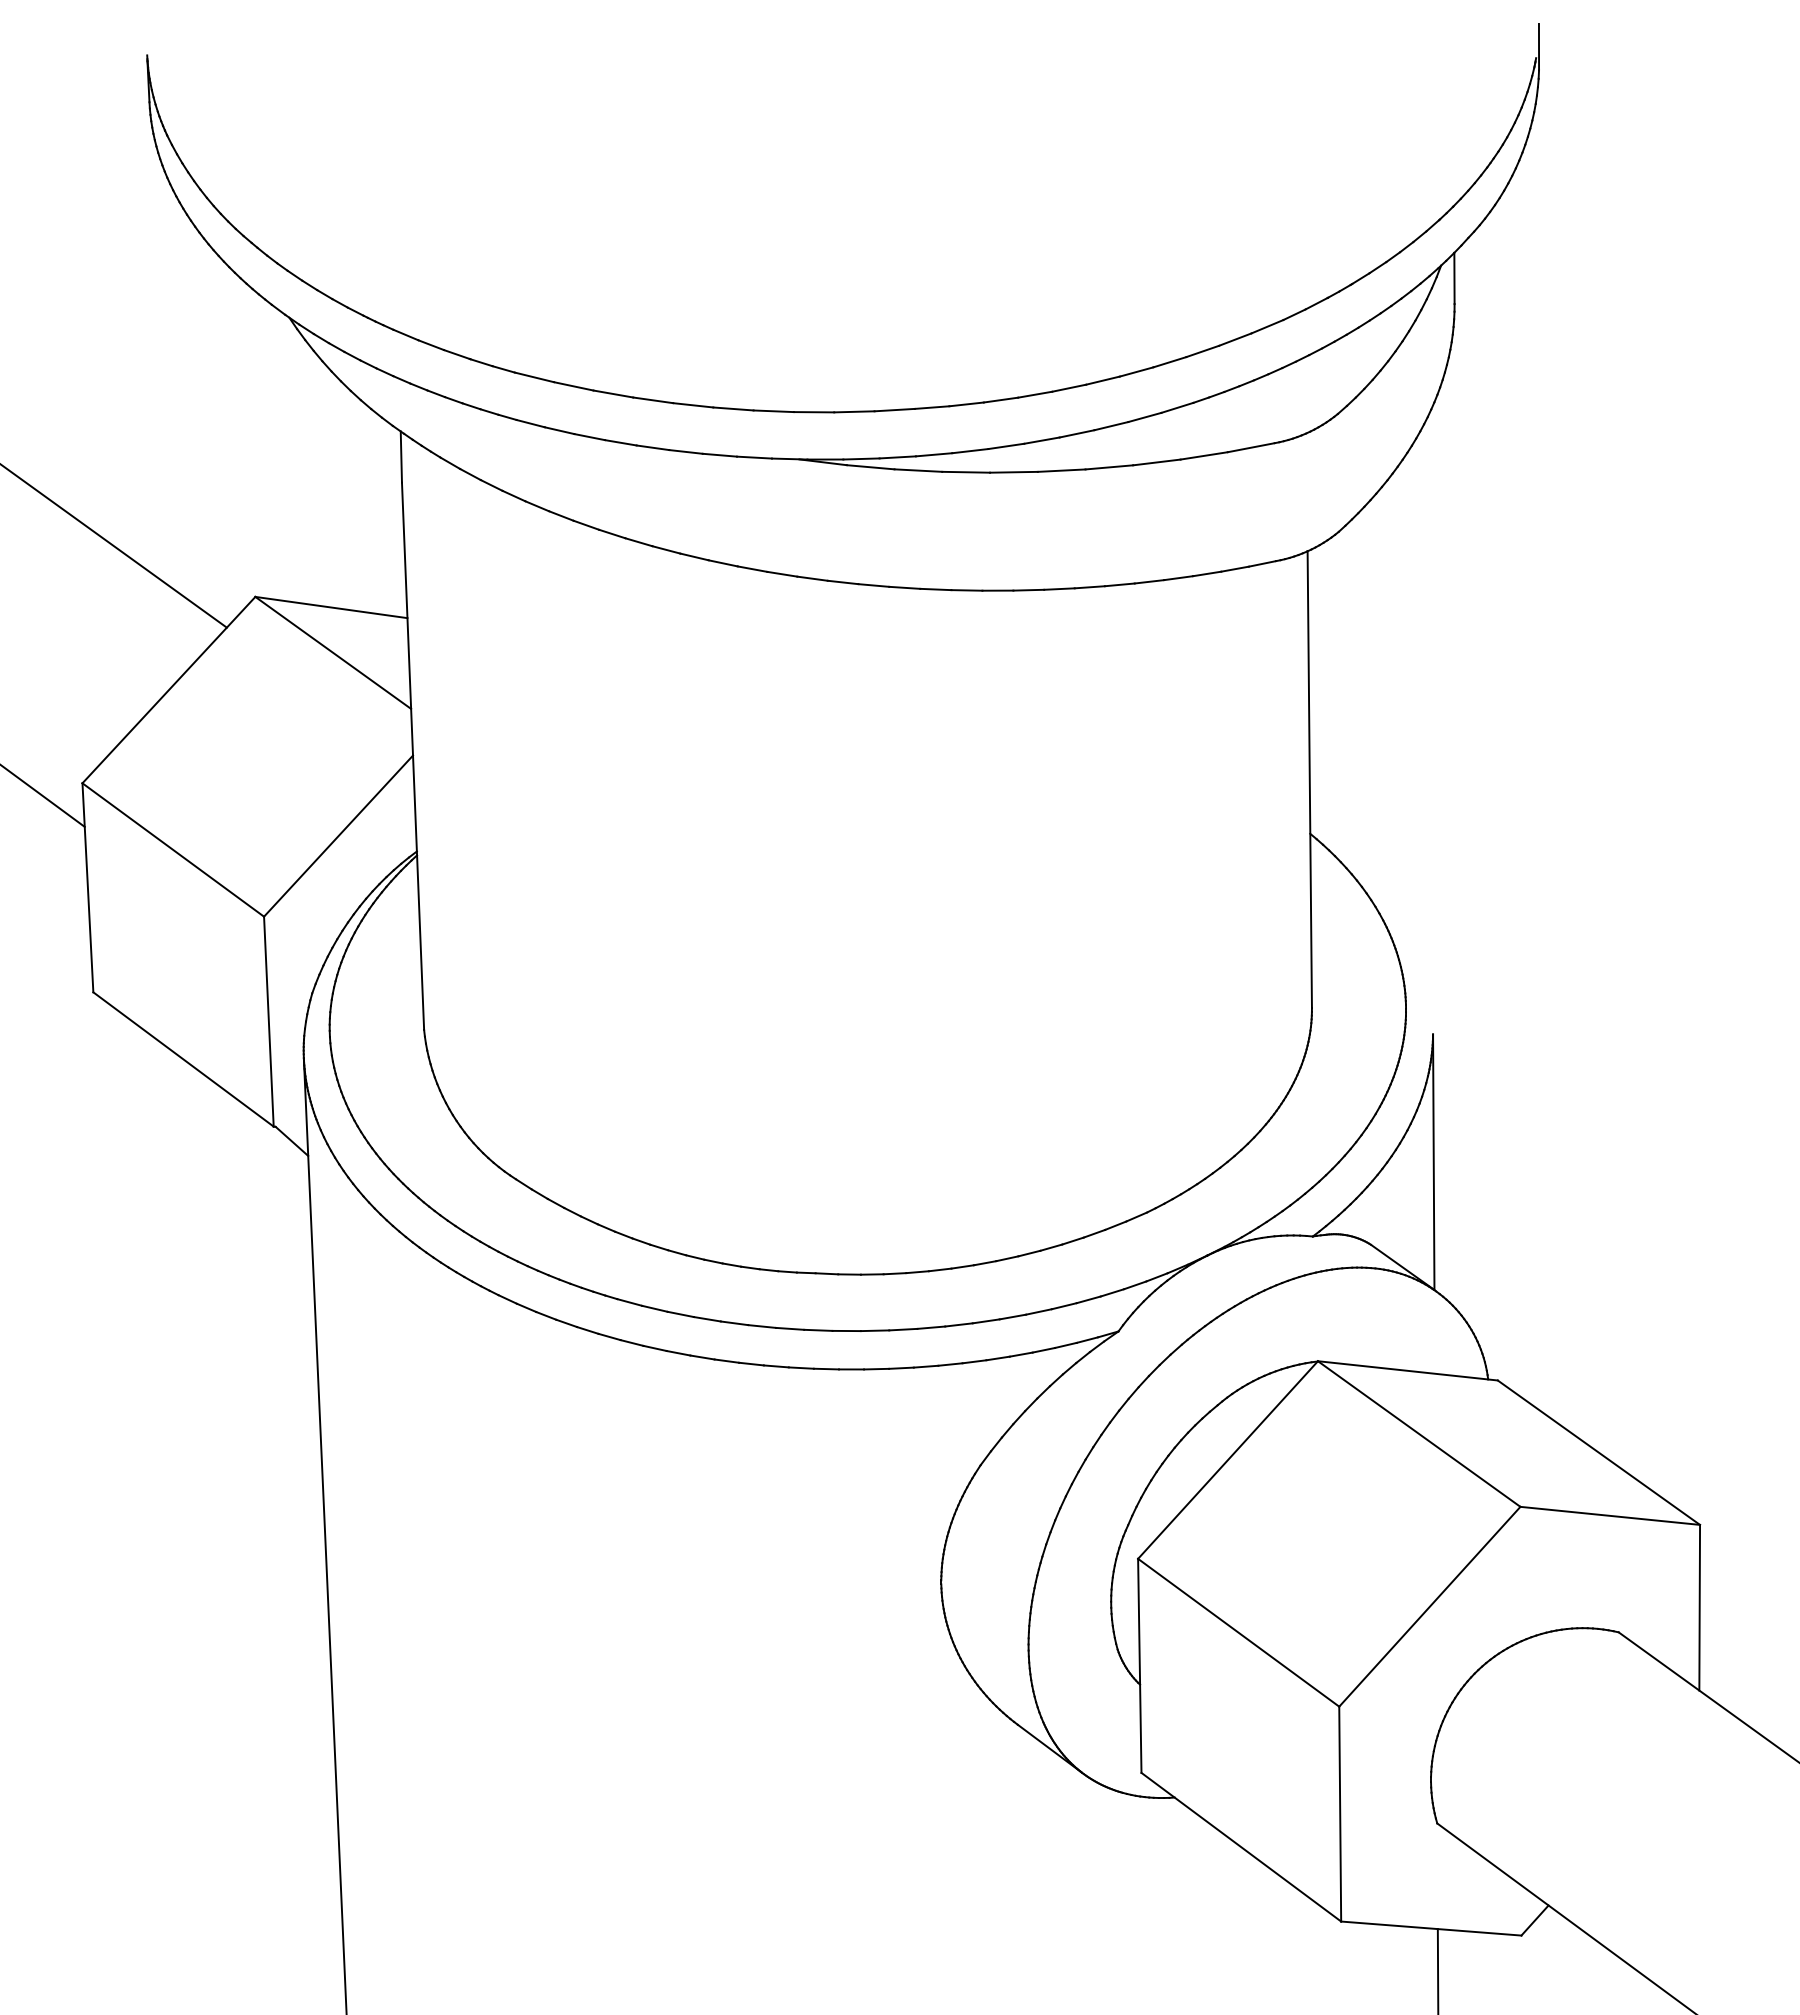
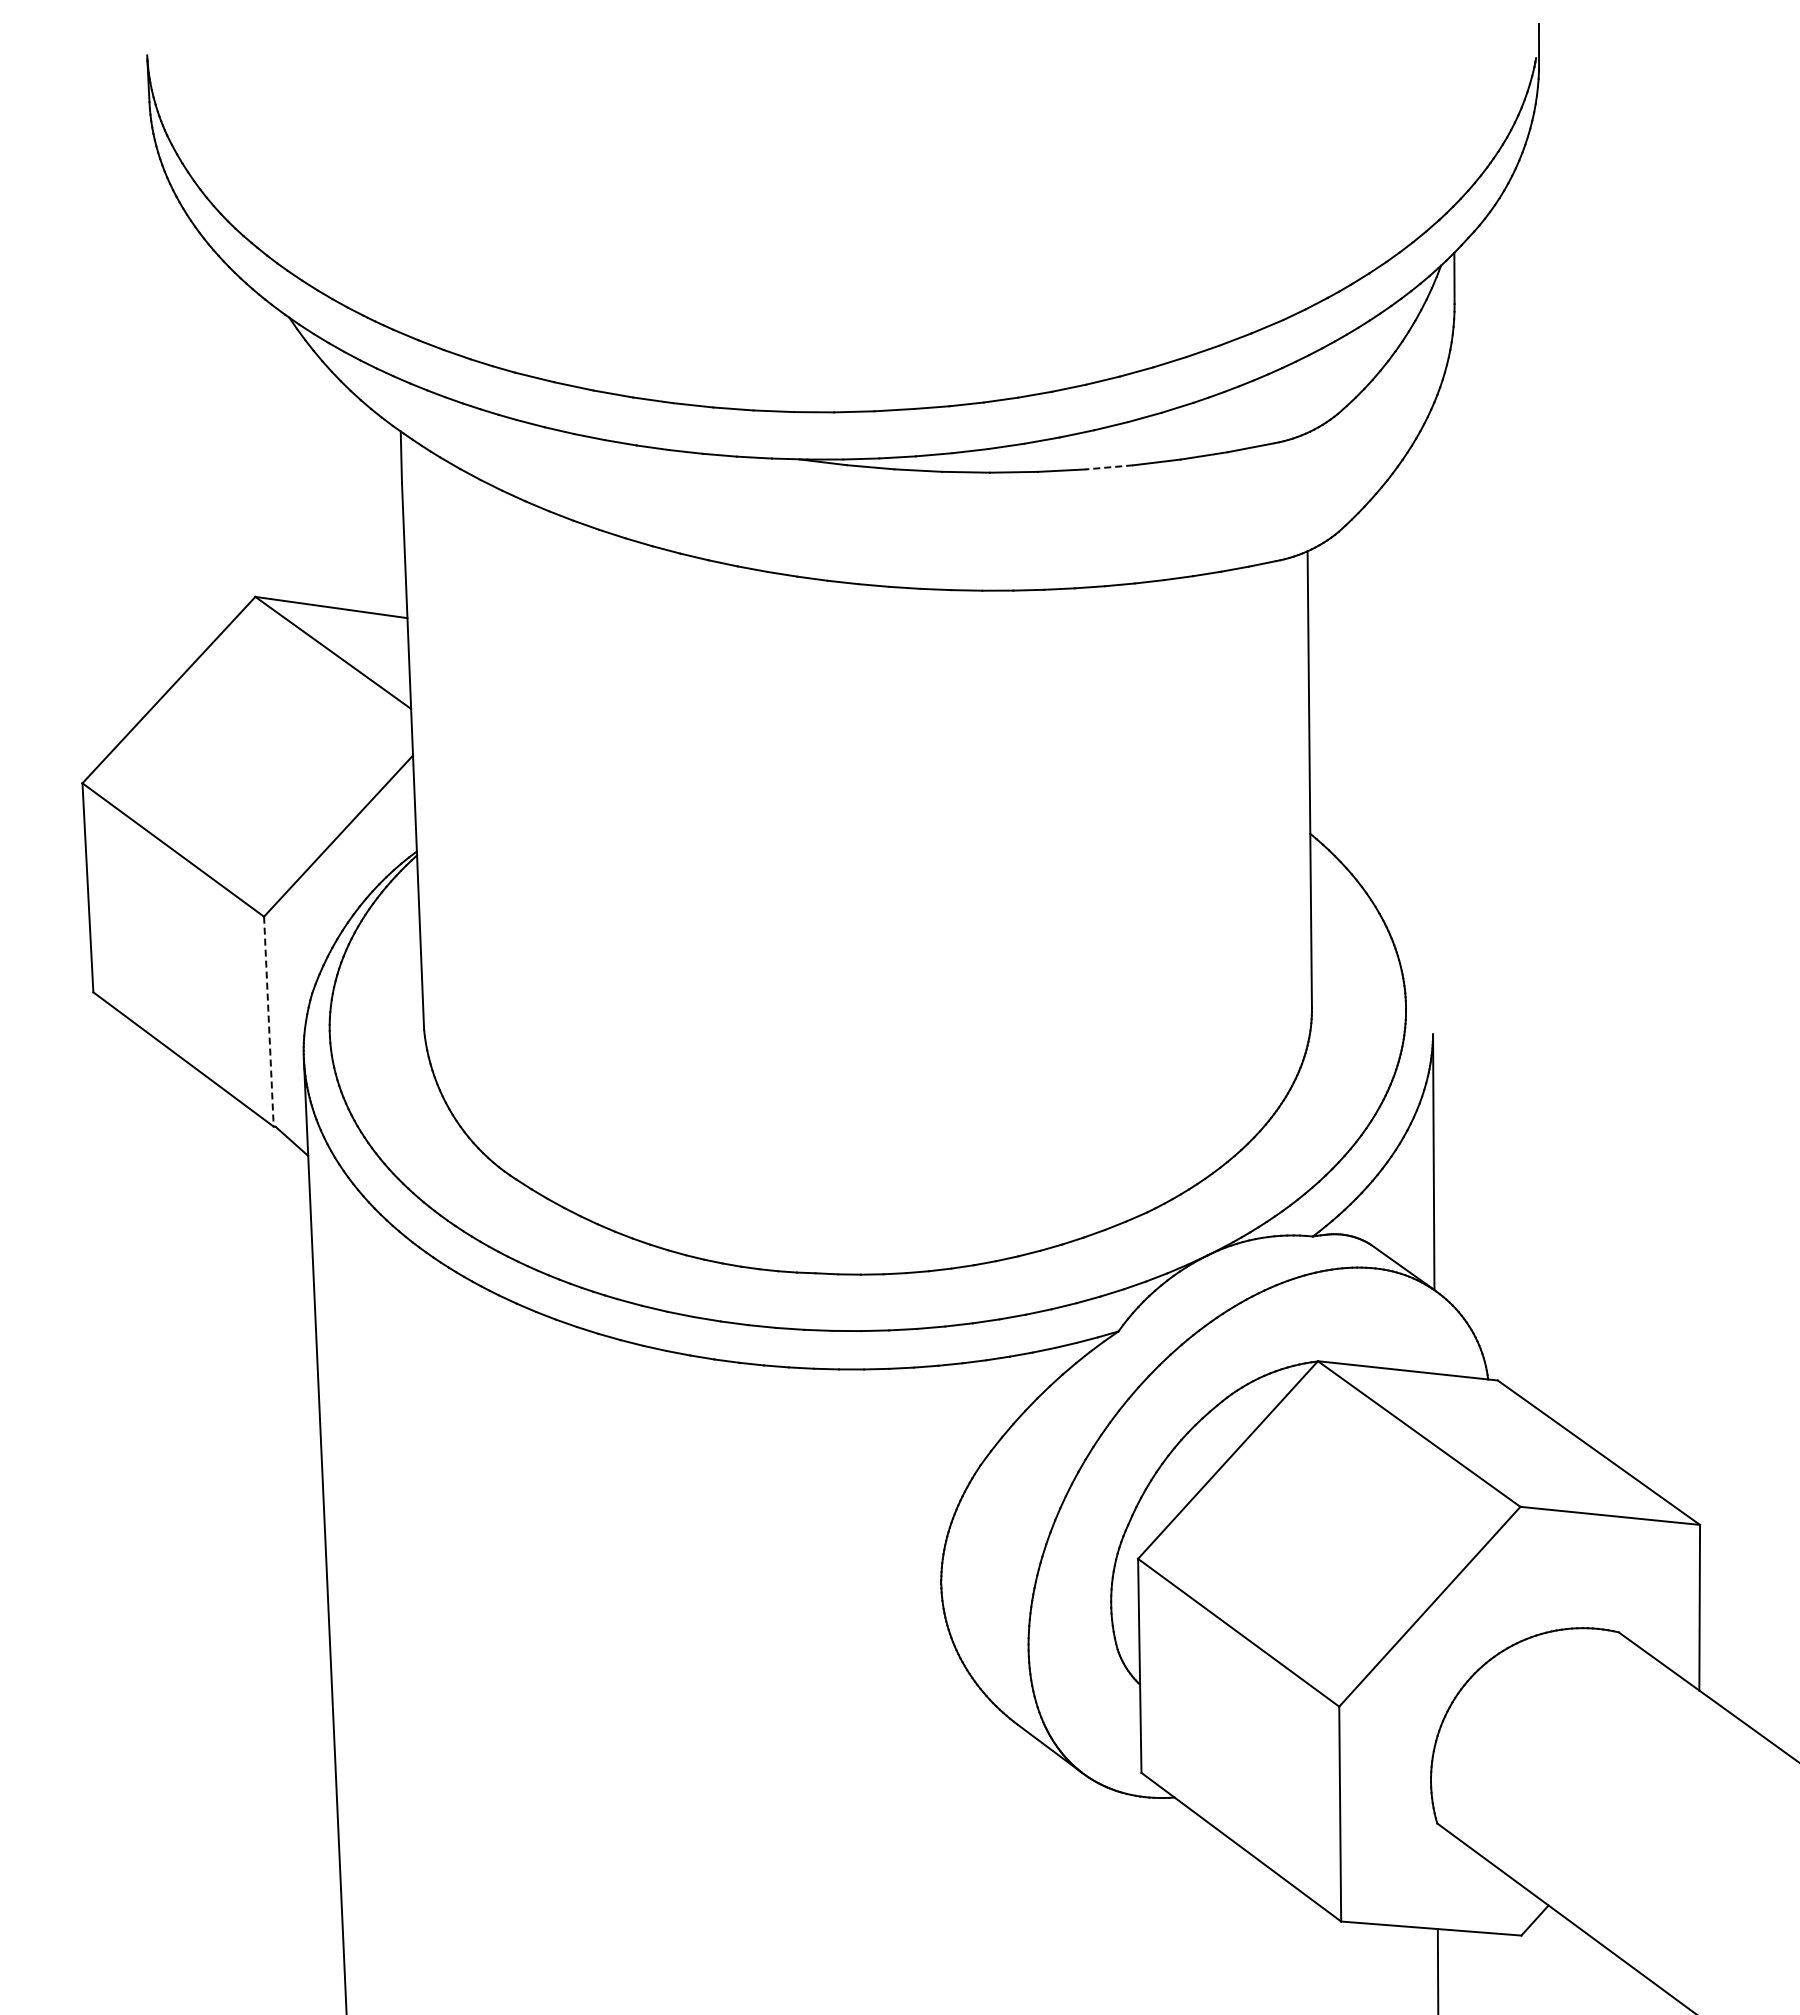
line at (1109, 467): solid -> dashed
line at (114, 546): present -> none
line at (43, 796): present -> none
line at (268, 1022): solid -> dashed
